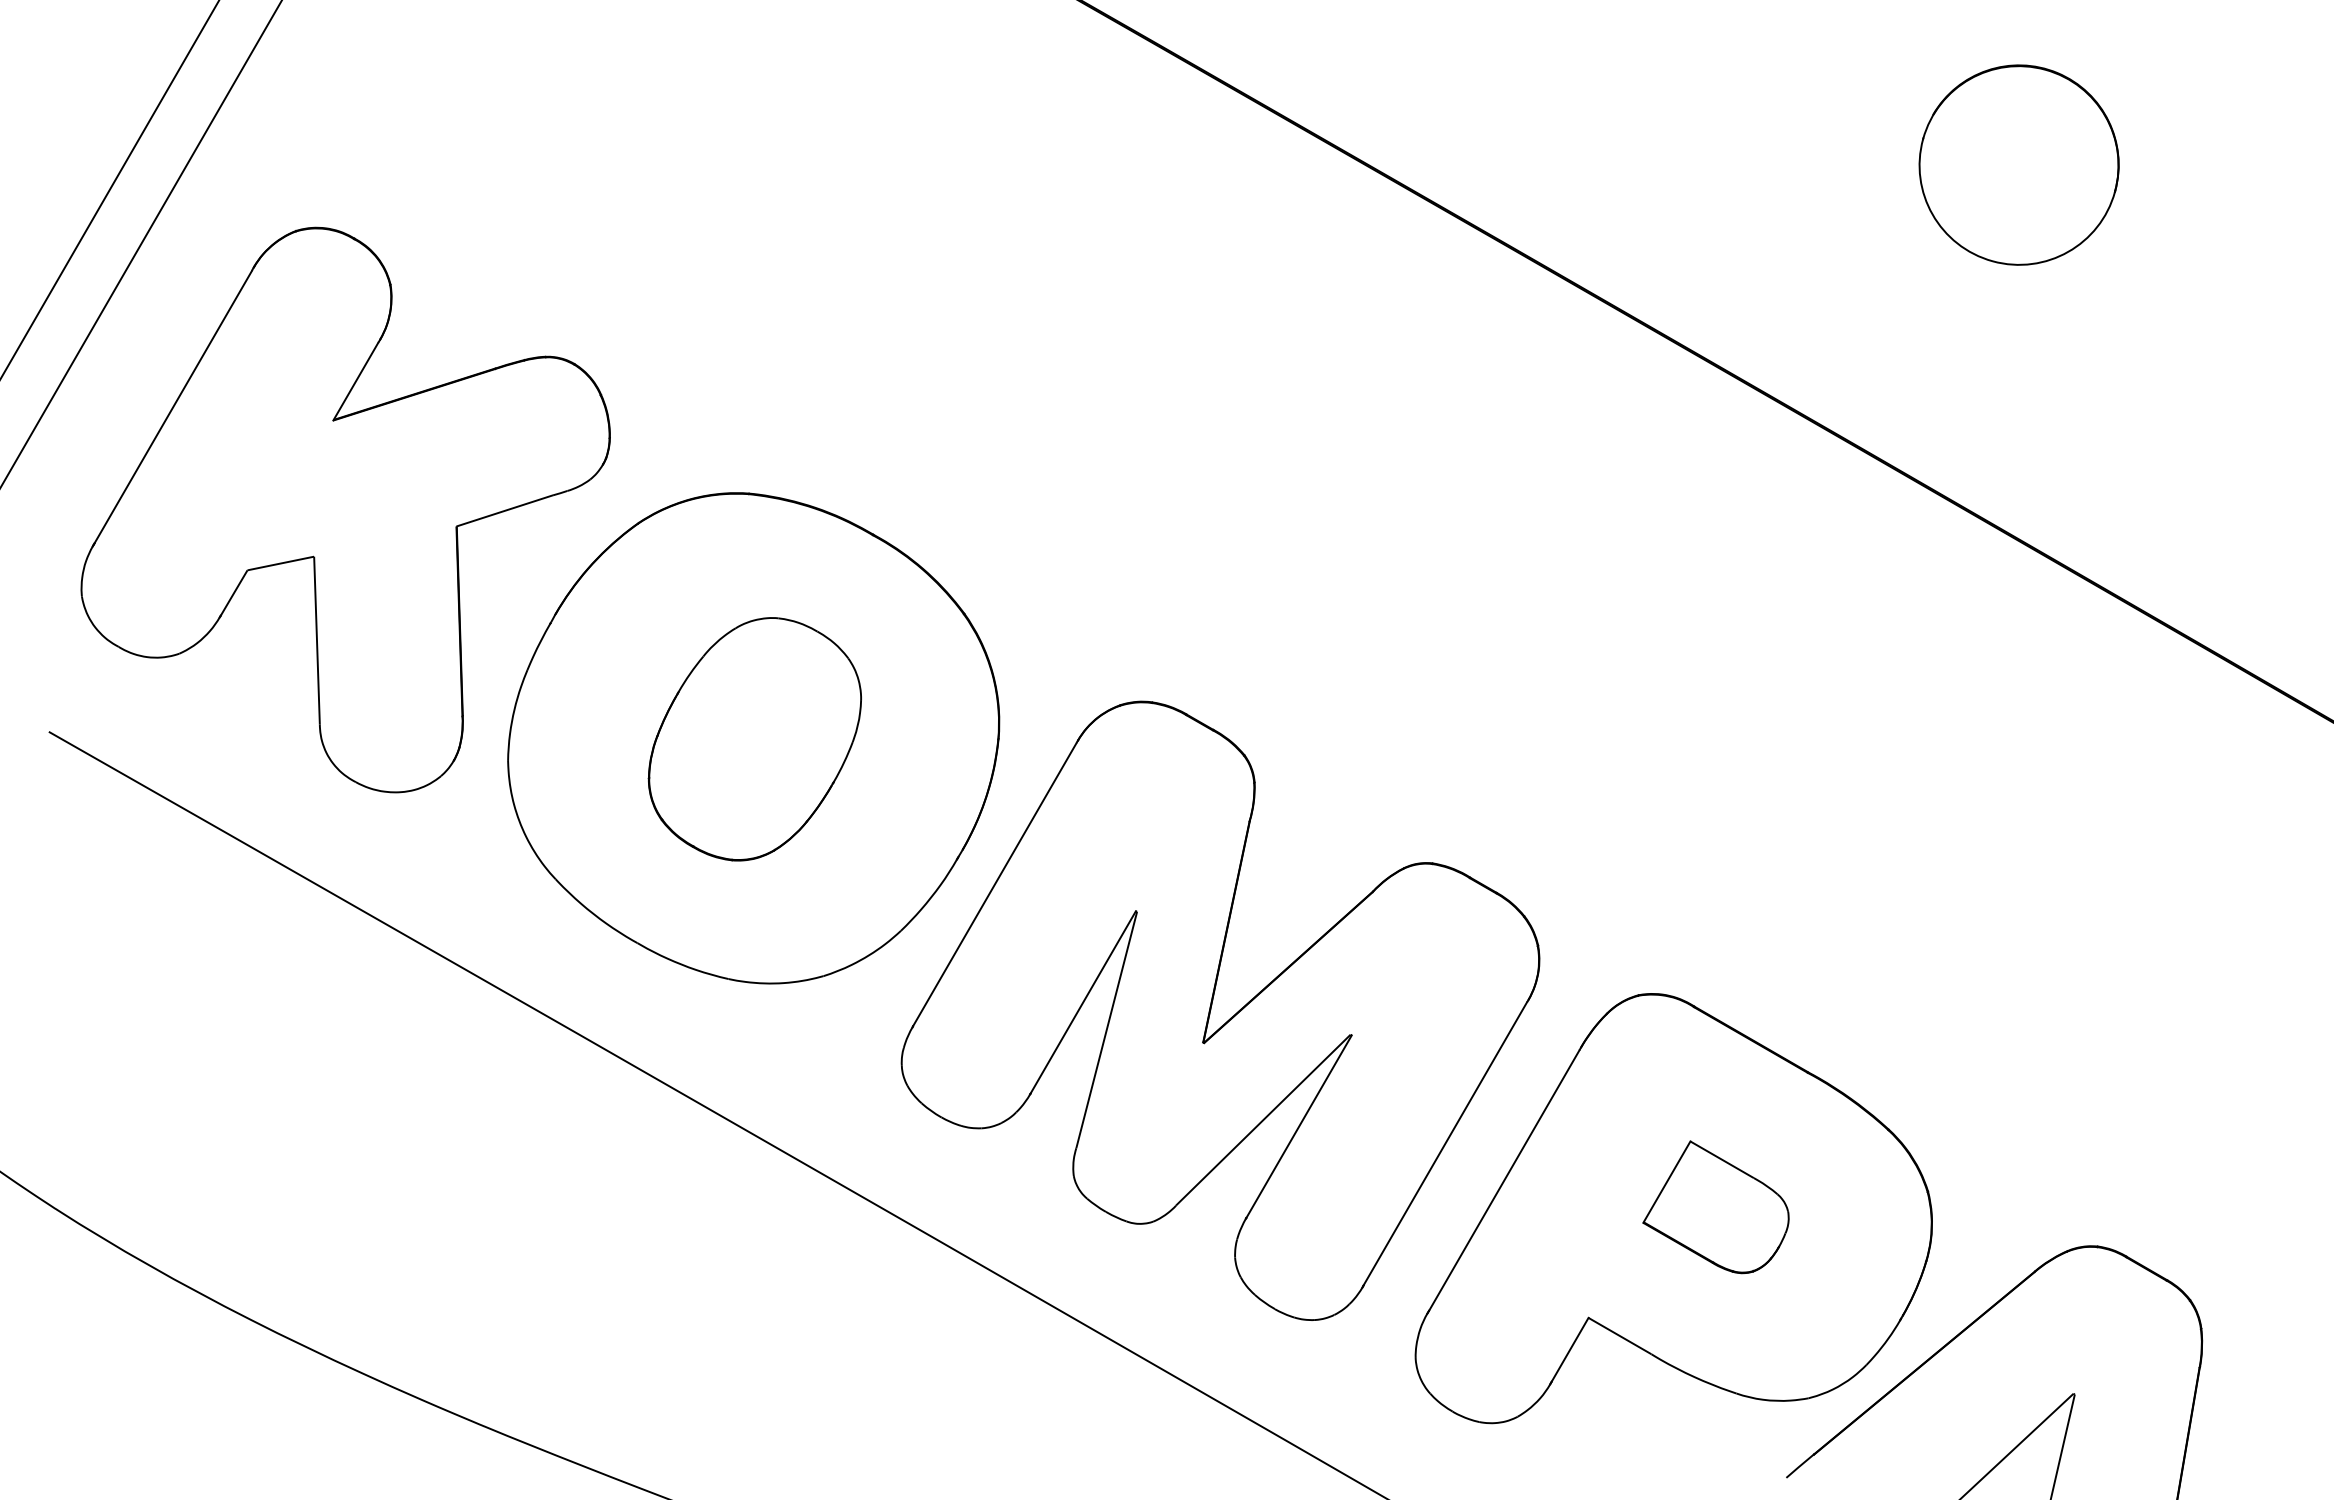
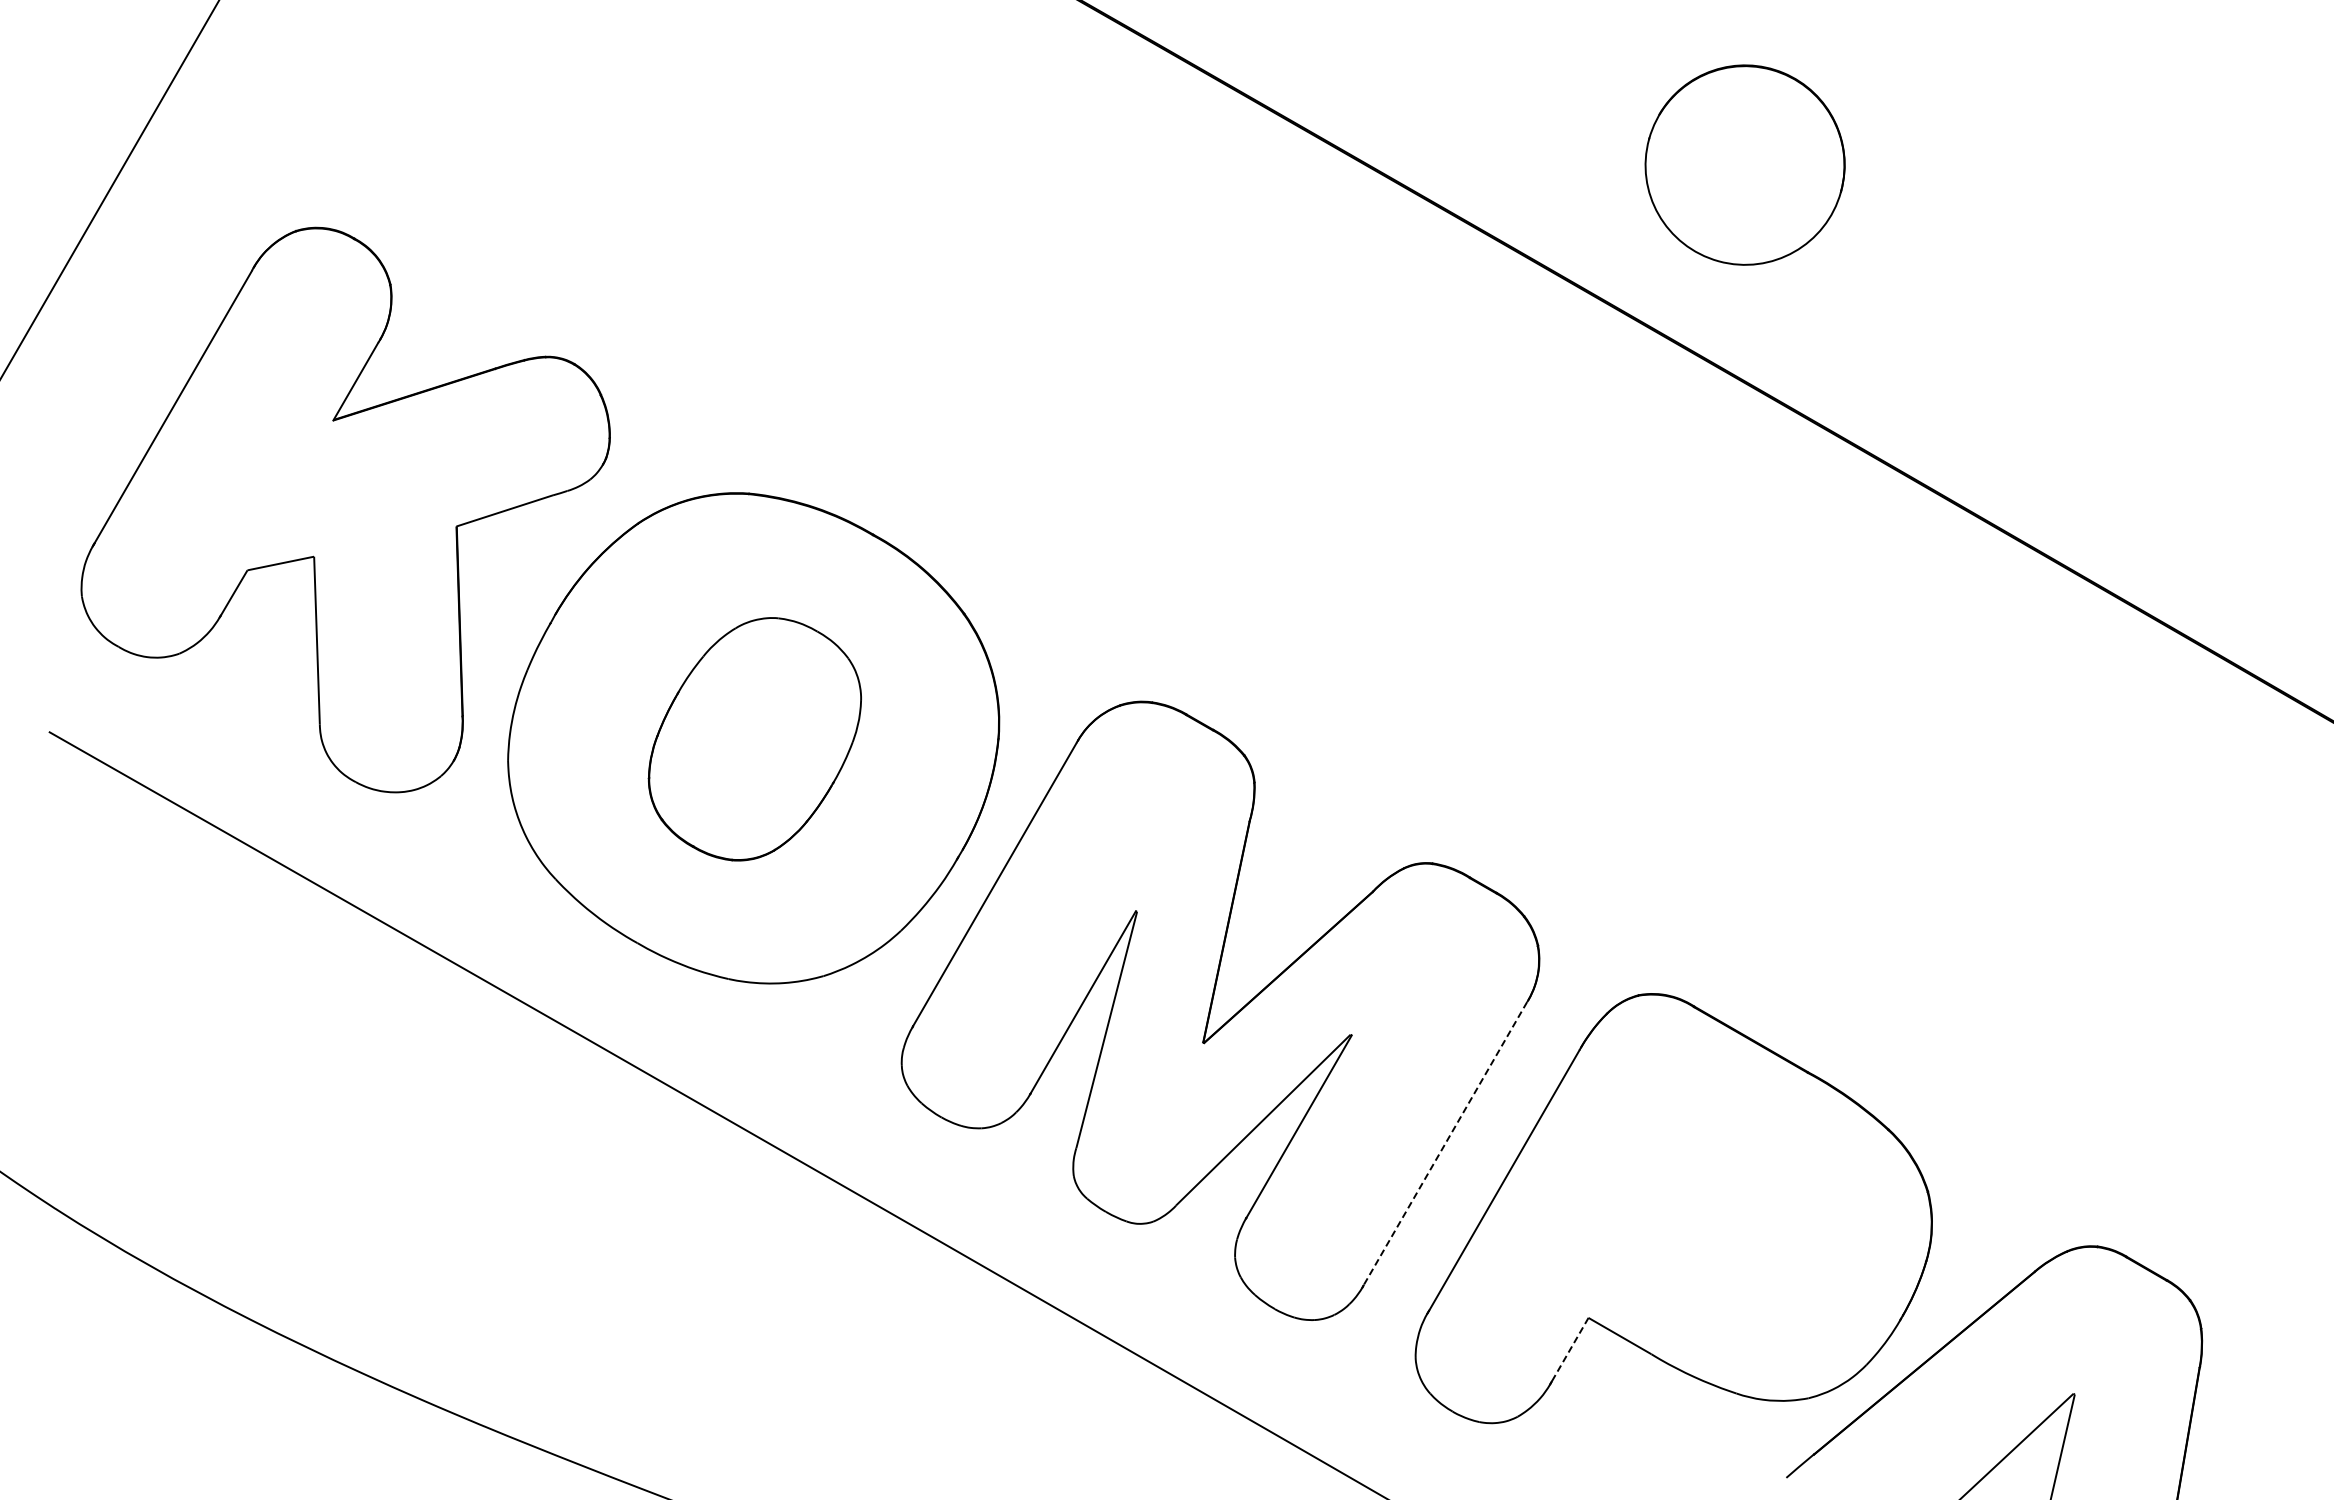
part at (2018, 164) position: (2018, 164) -> (1744, 164)
line at (141, 243): present -> none
line at (1445, 1144): solid -> dashed
part at (1715, 1207): present -> none
line at (1570, 1349): solid -> dashed
